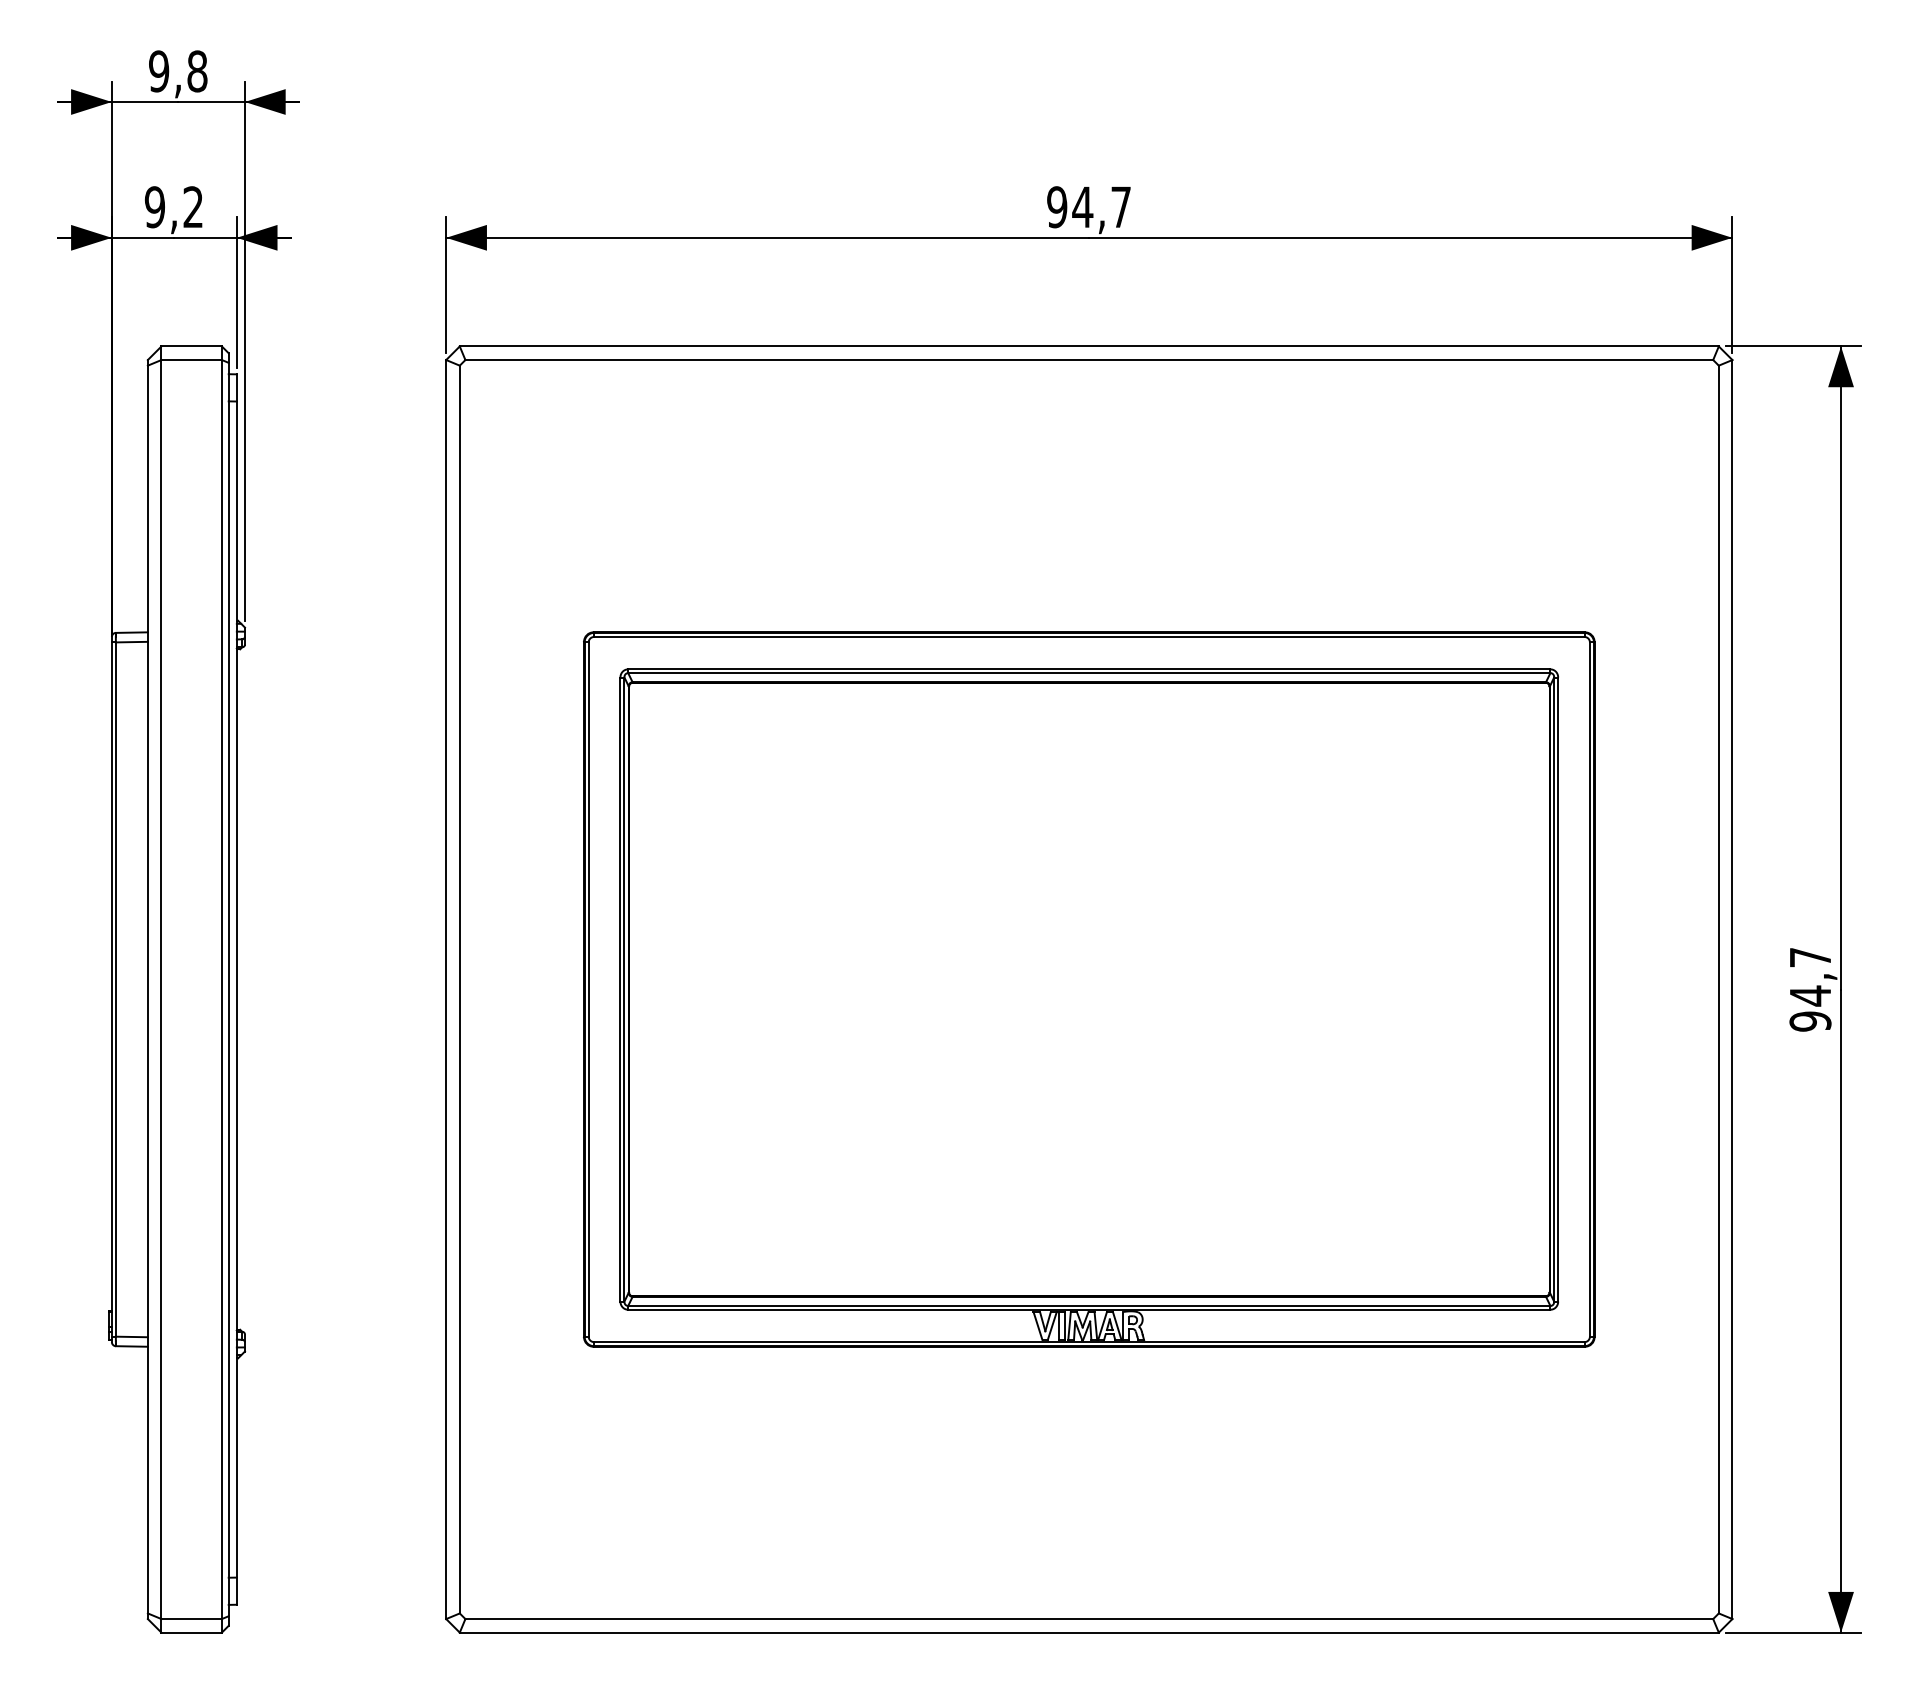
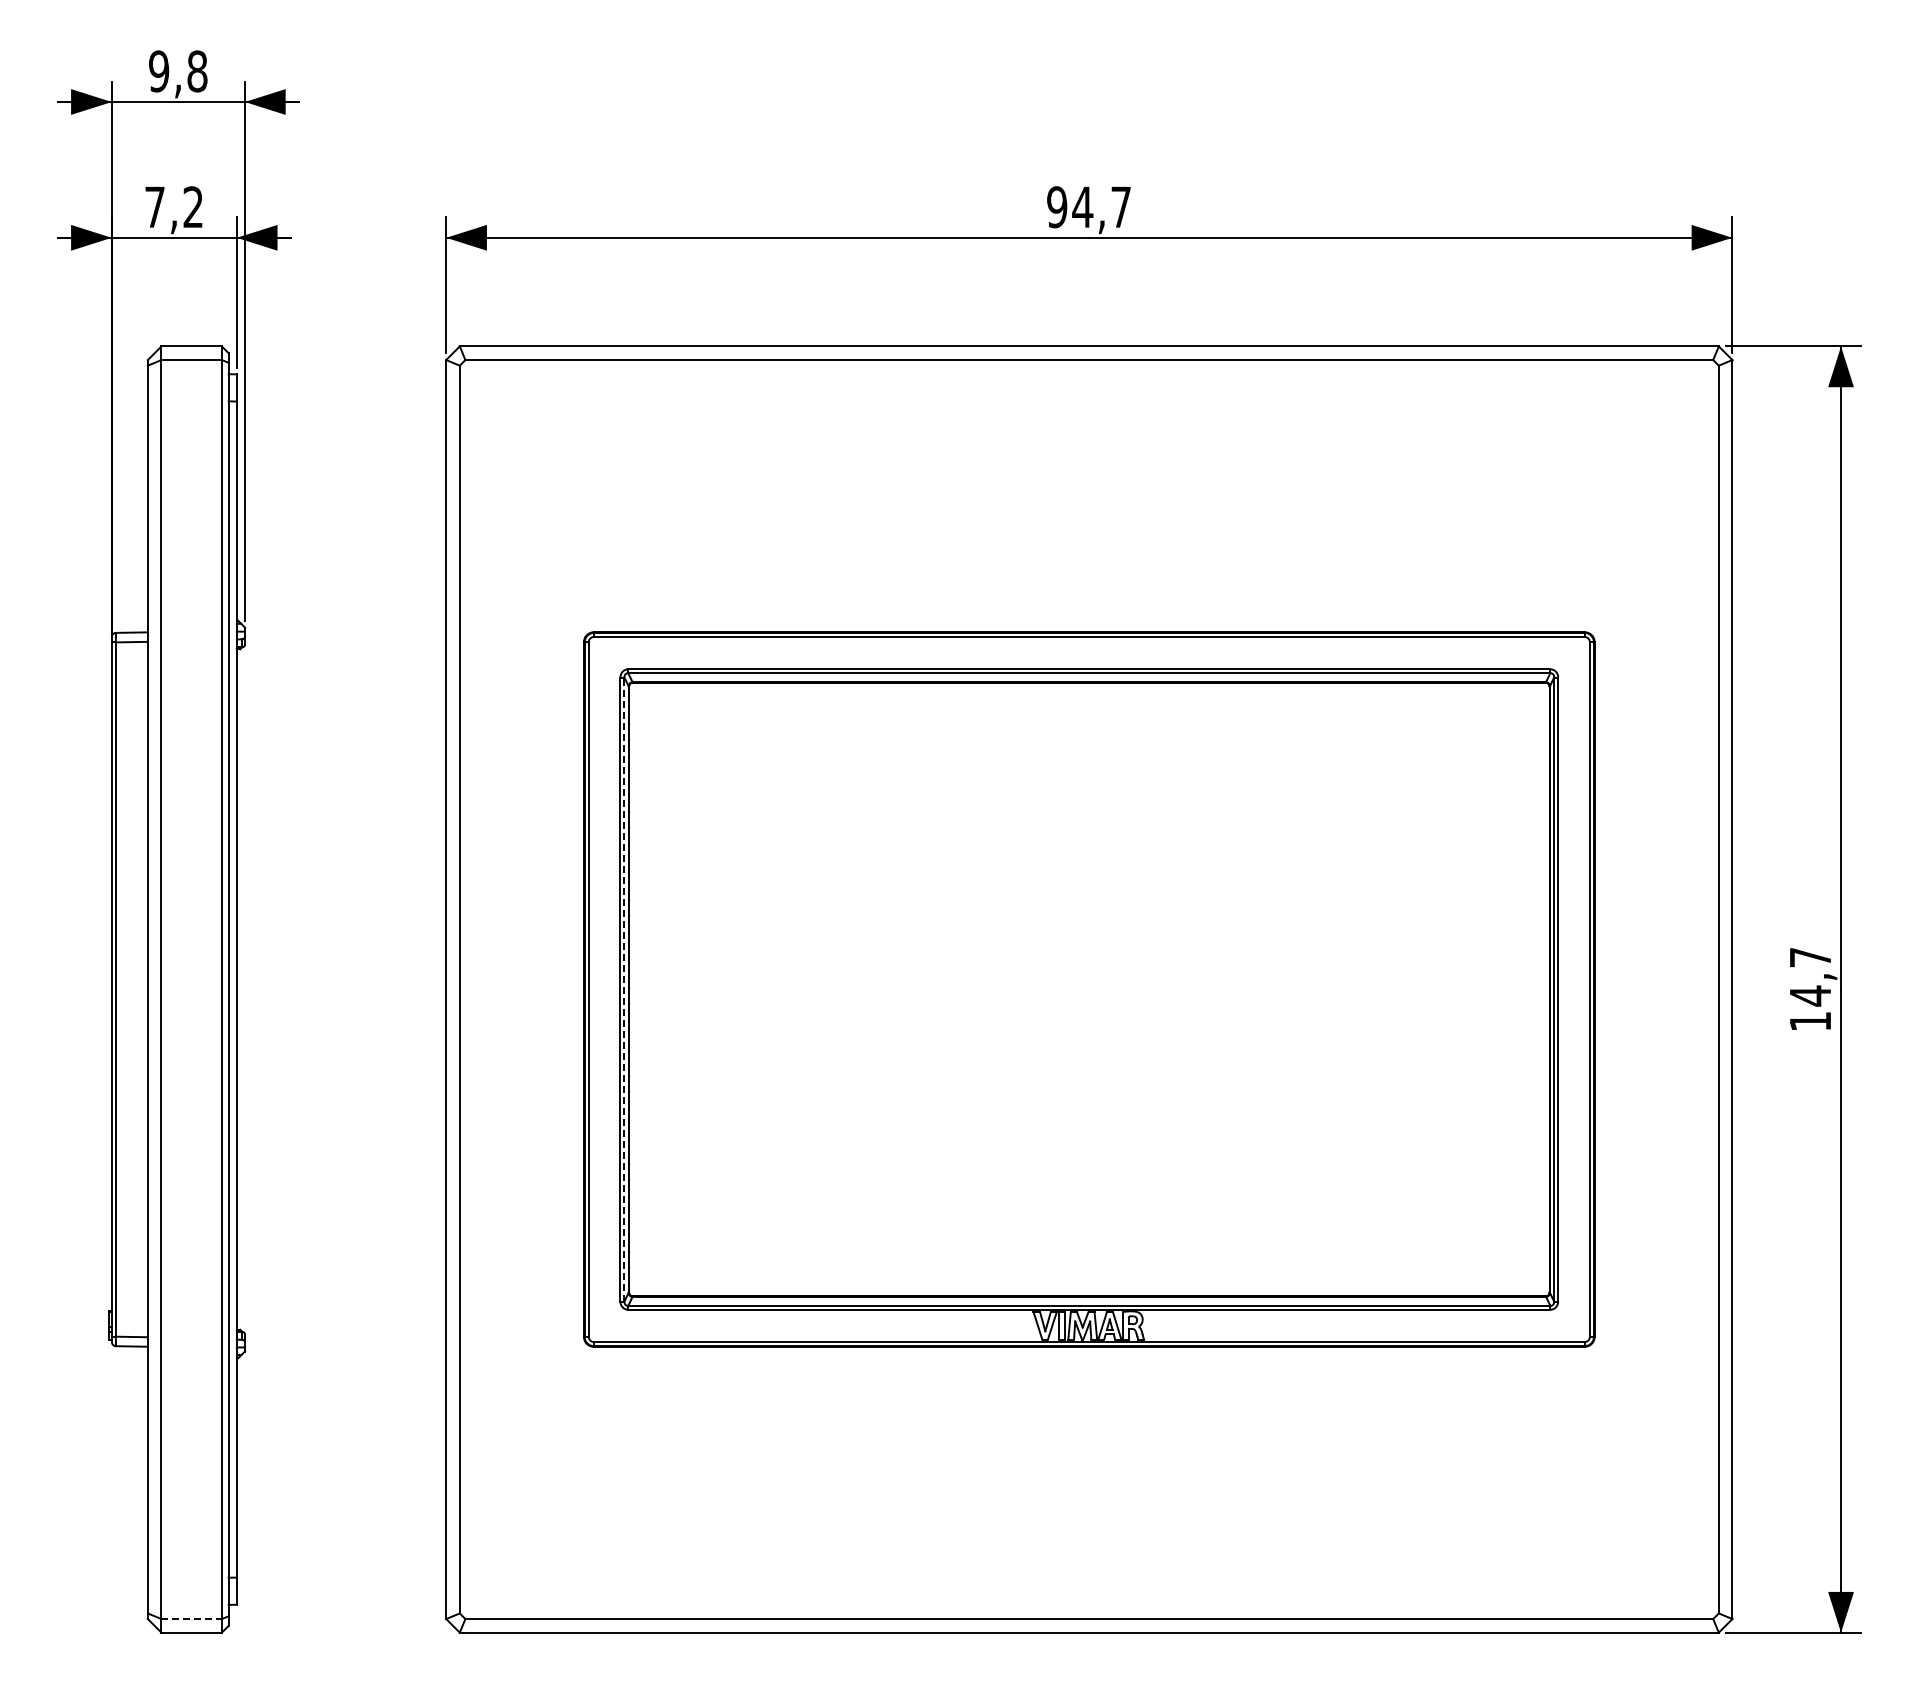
text at (154, 207): 9,2 -> 7,2
line at (624, 989): solid -> dashed
text at (1810, 1021): 94,7 -> 14,7
line at (192, 1619): solid -> dashed
